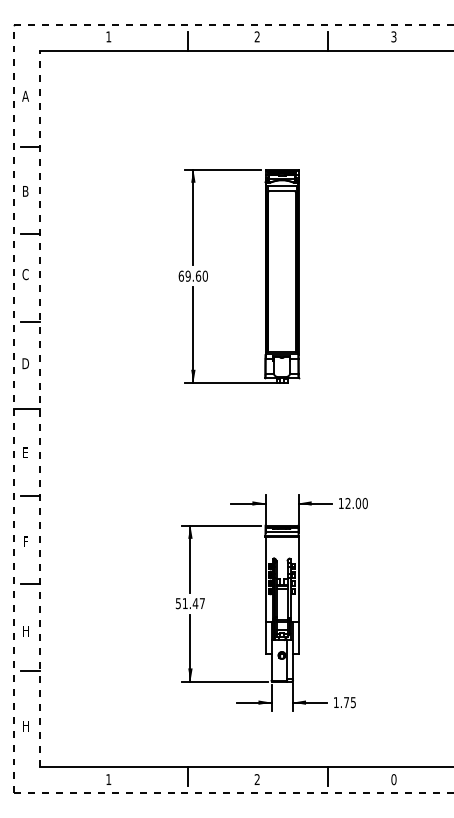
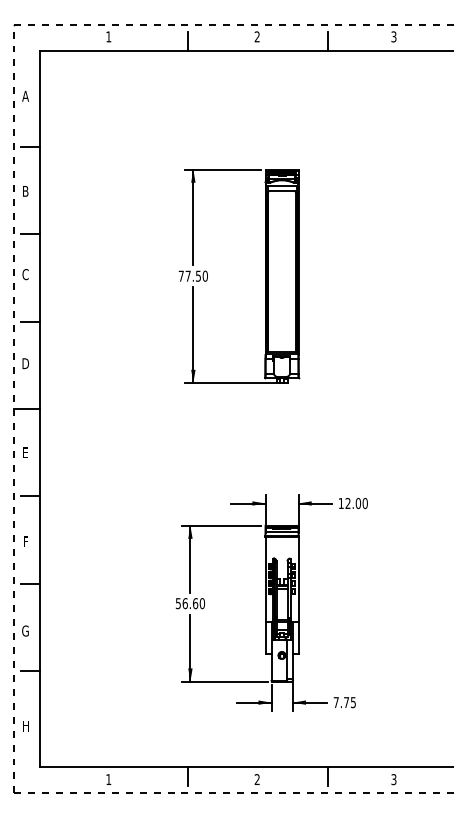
text at (189, 275): 69.60 -> 77.50
line at (39, 408): dashed -> solid
text at (193, 603): 51.47 -> 56.60
text at (25, 630): H -> G
text at (335, 702): 1.75 -> 7.75
text at (393, 779): 0 -> 3
